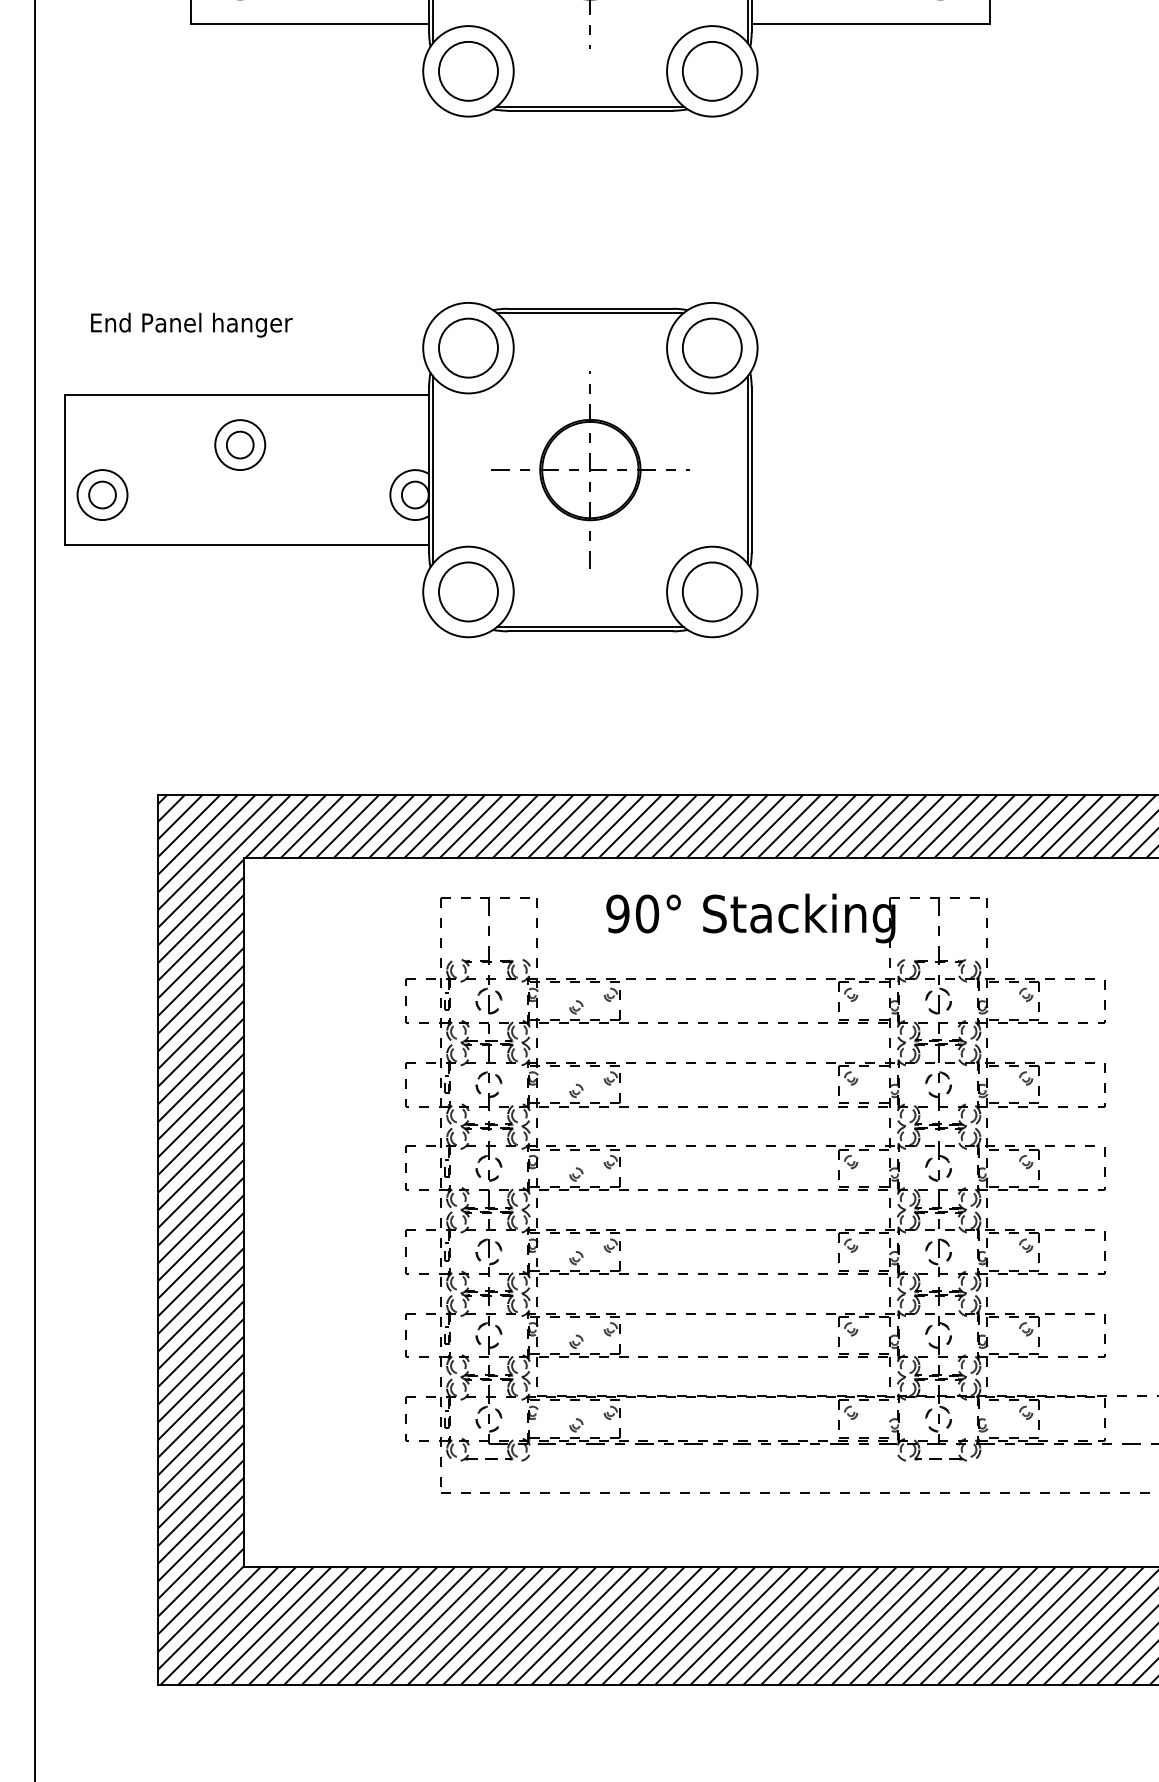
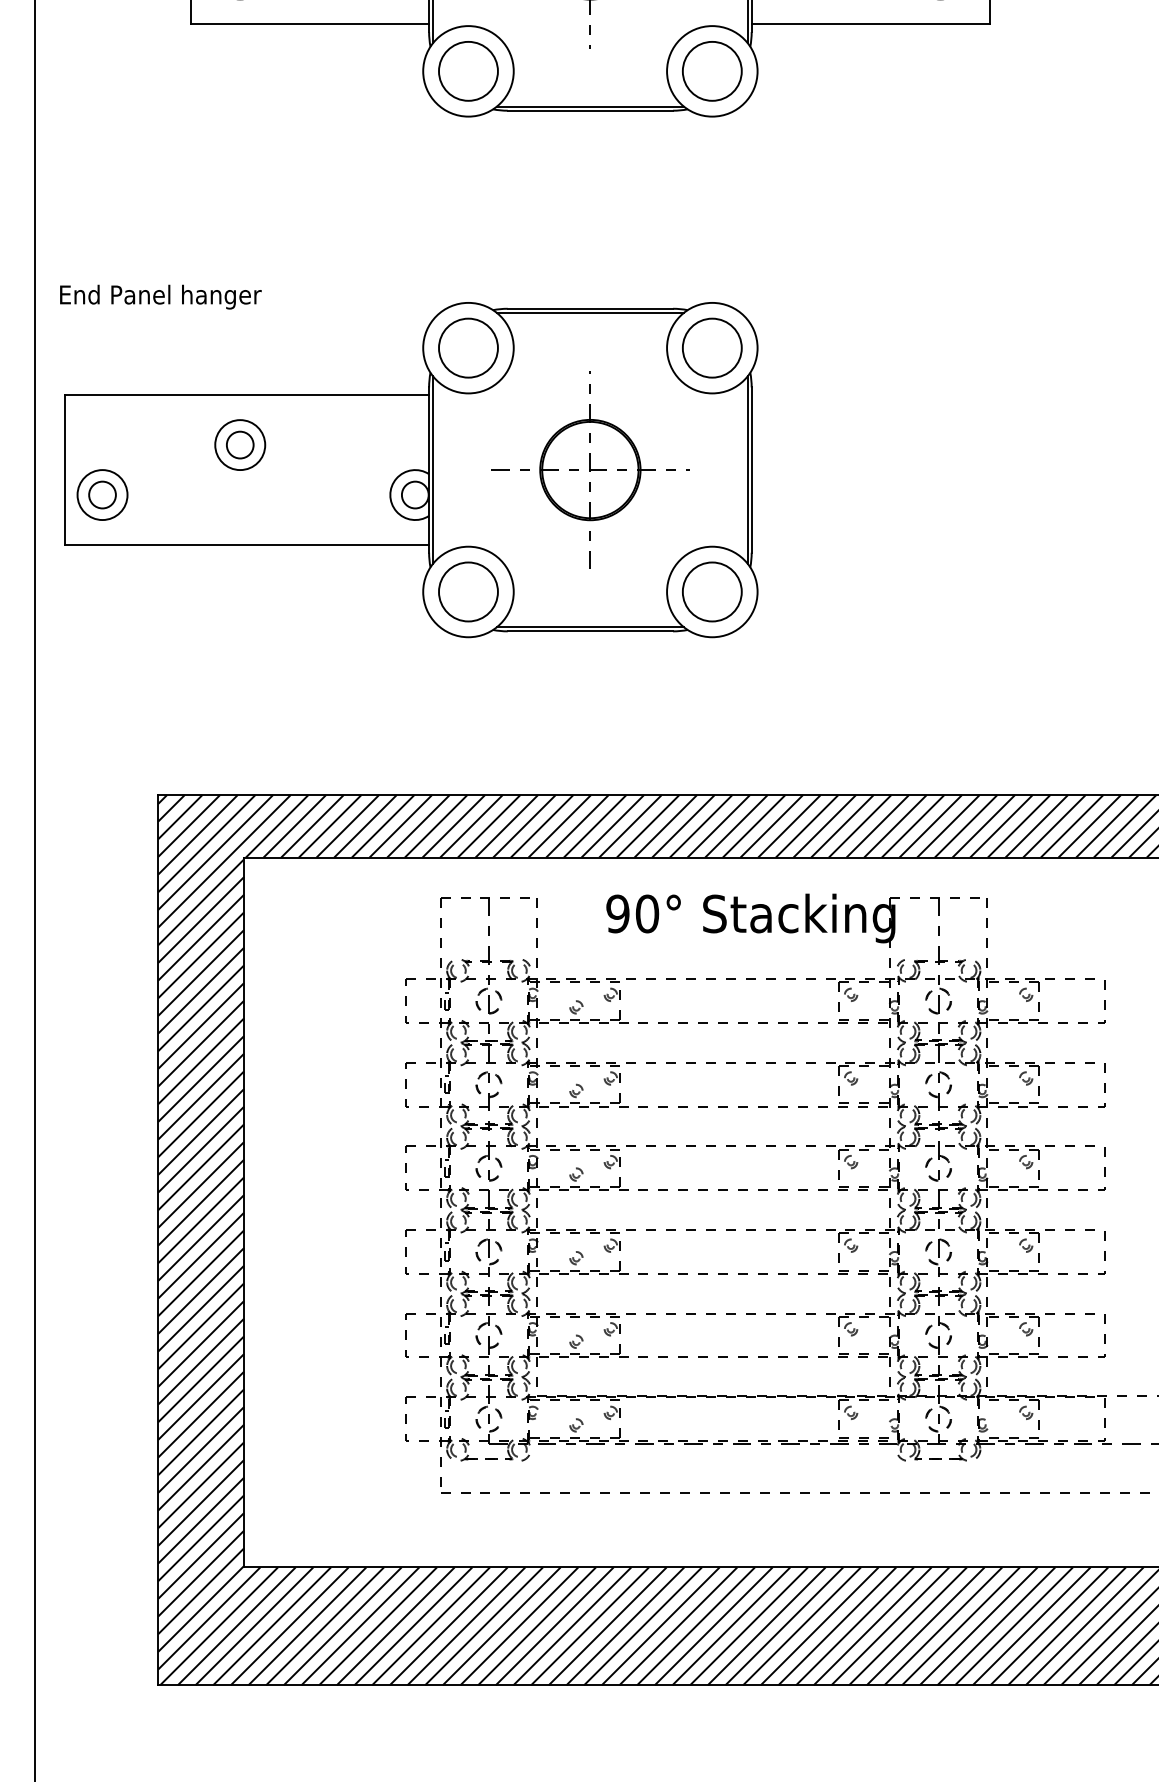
text at (191, 324) position: (191, 324) -> (160, 296)
